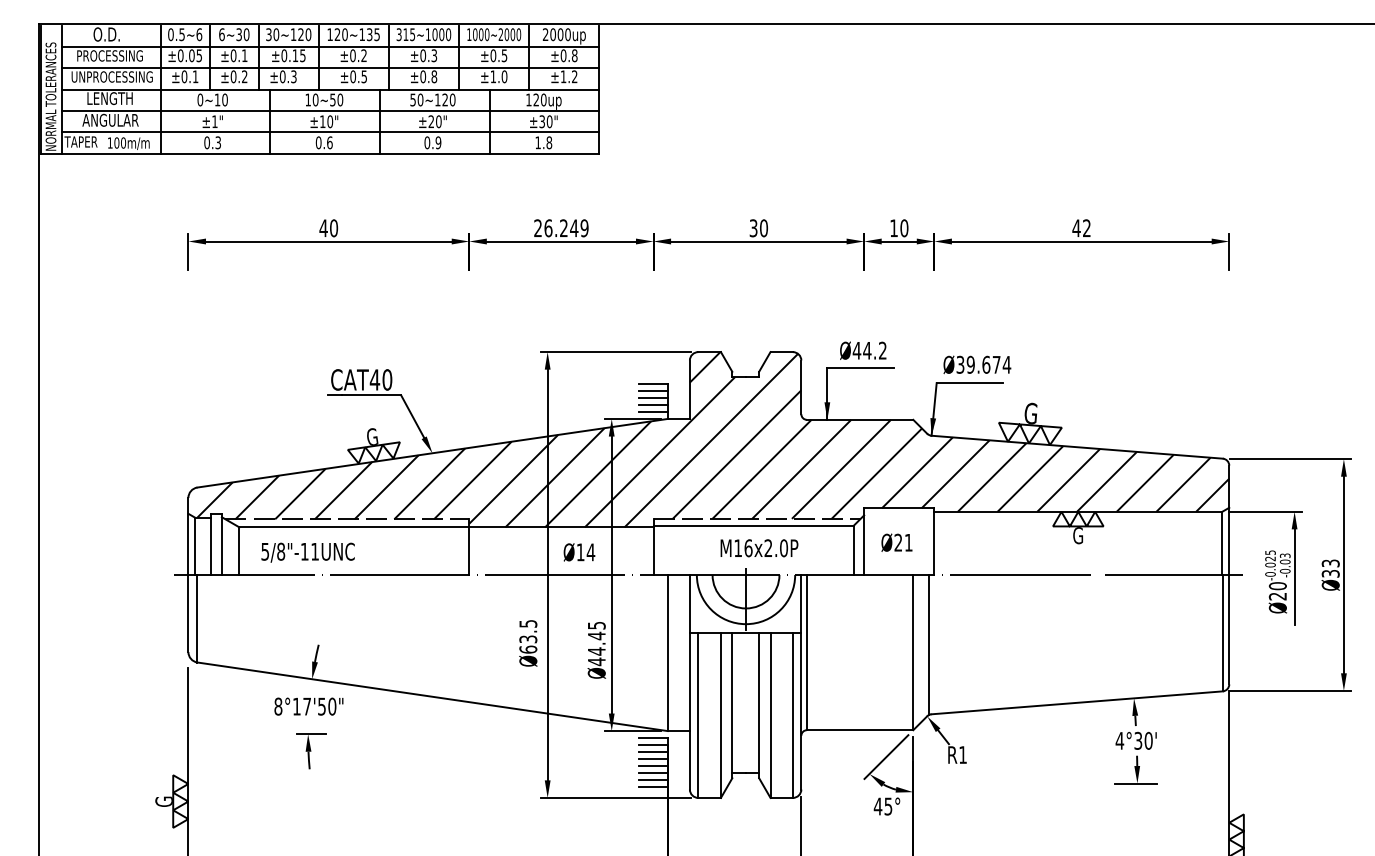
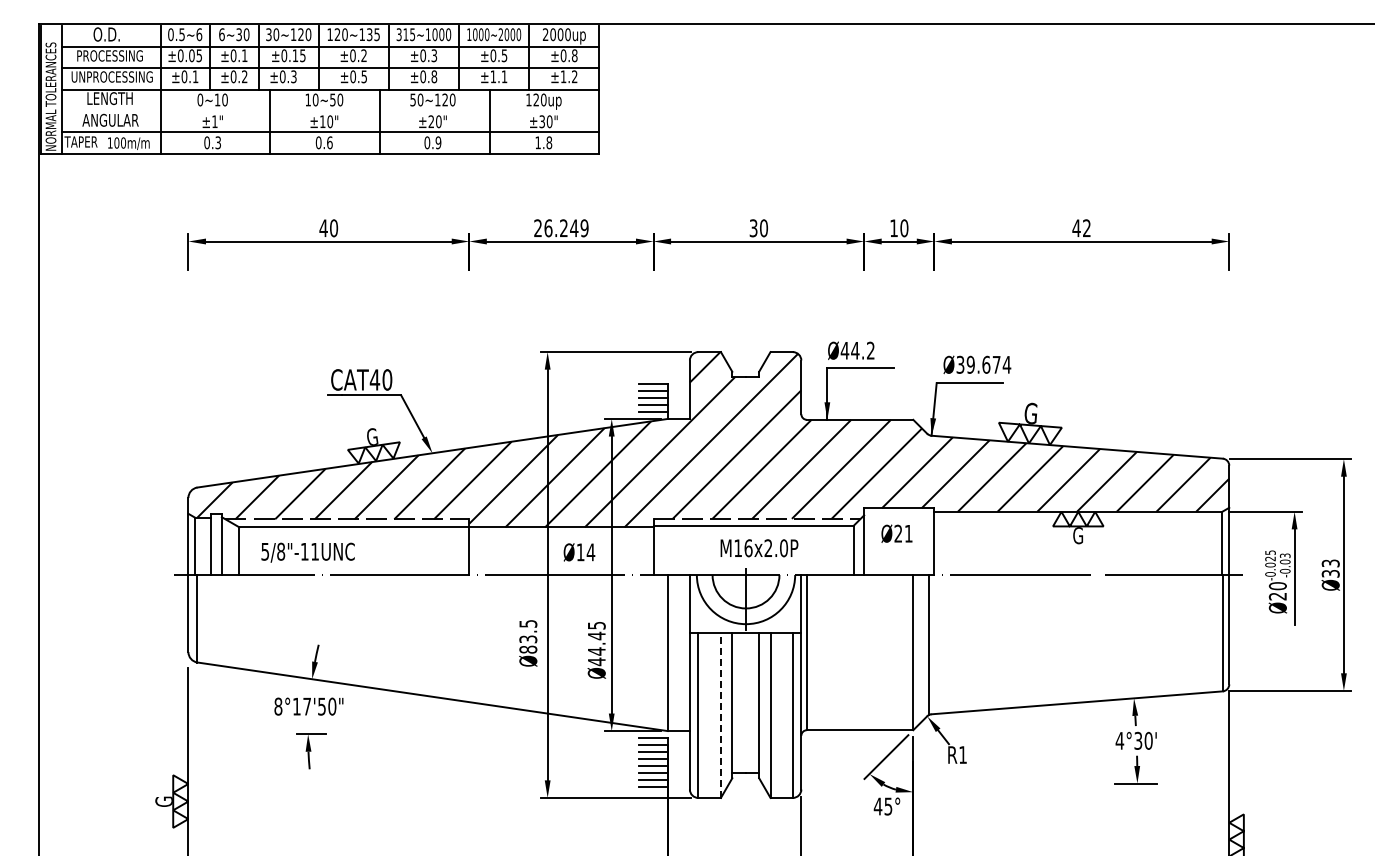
text at (504, 76): ±1.0 -> ±1.1
line at (330, 111): present -> none
text at (863, 350) position: (863, 350) -> (851, 350)
text at (896, 542) position: (896, 542) -> (896, 533)
text at (528, 649): Ø63.5 -> Ø83.5
line at (720, 715): solid -> dashed
